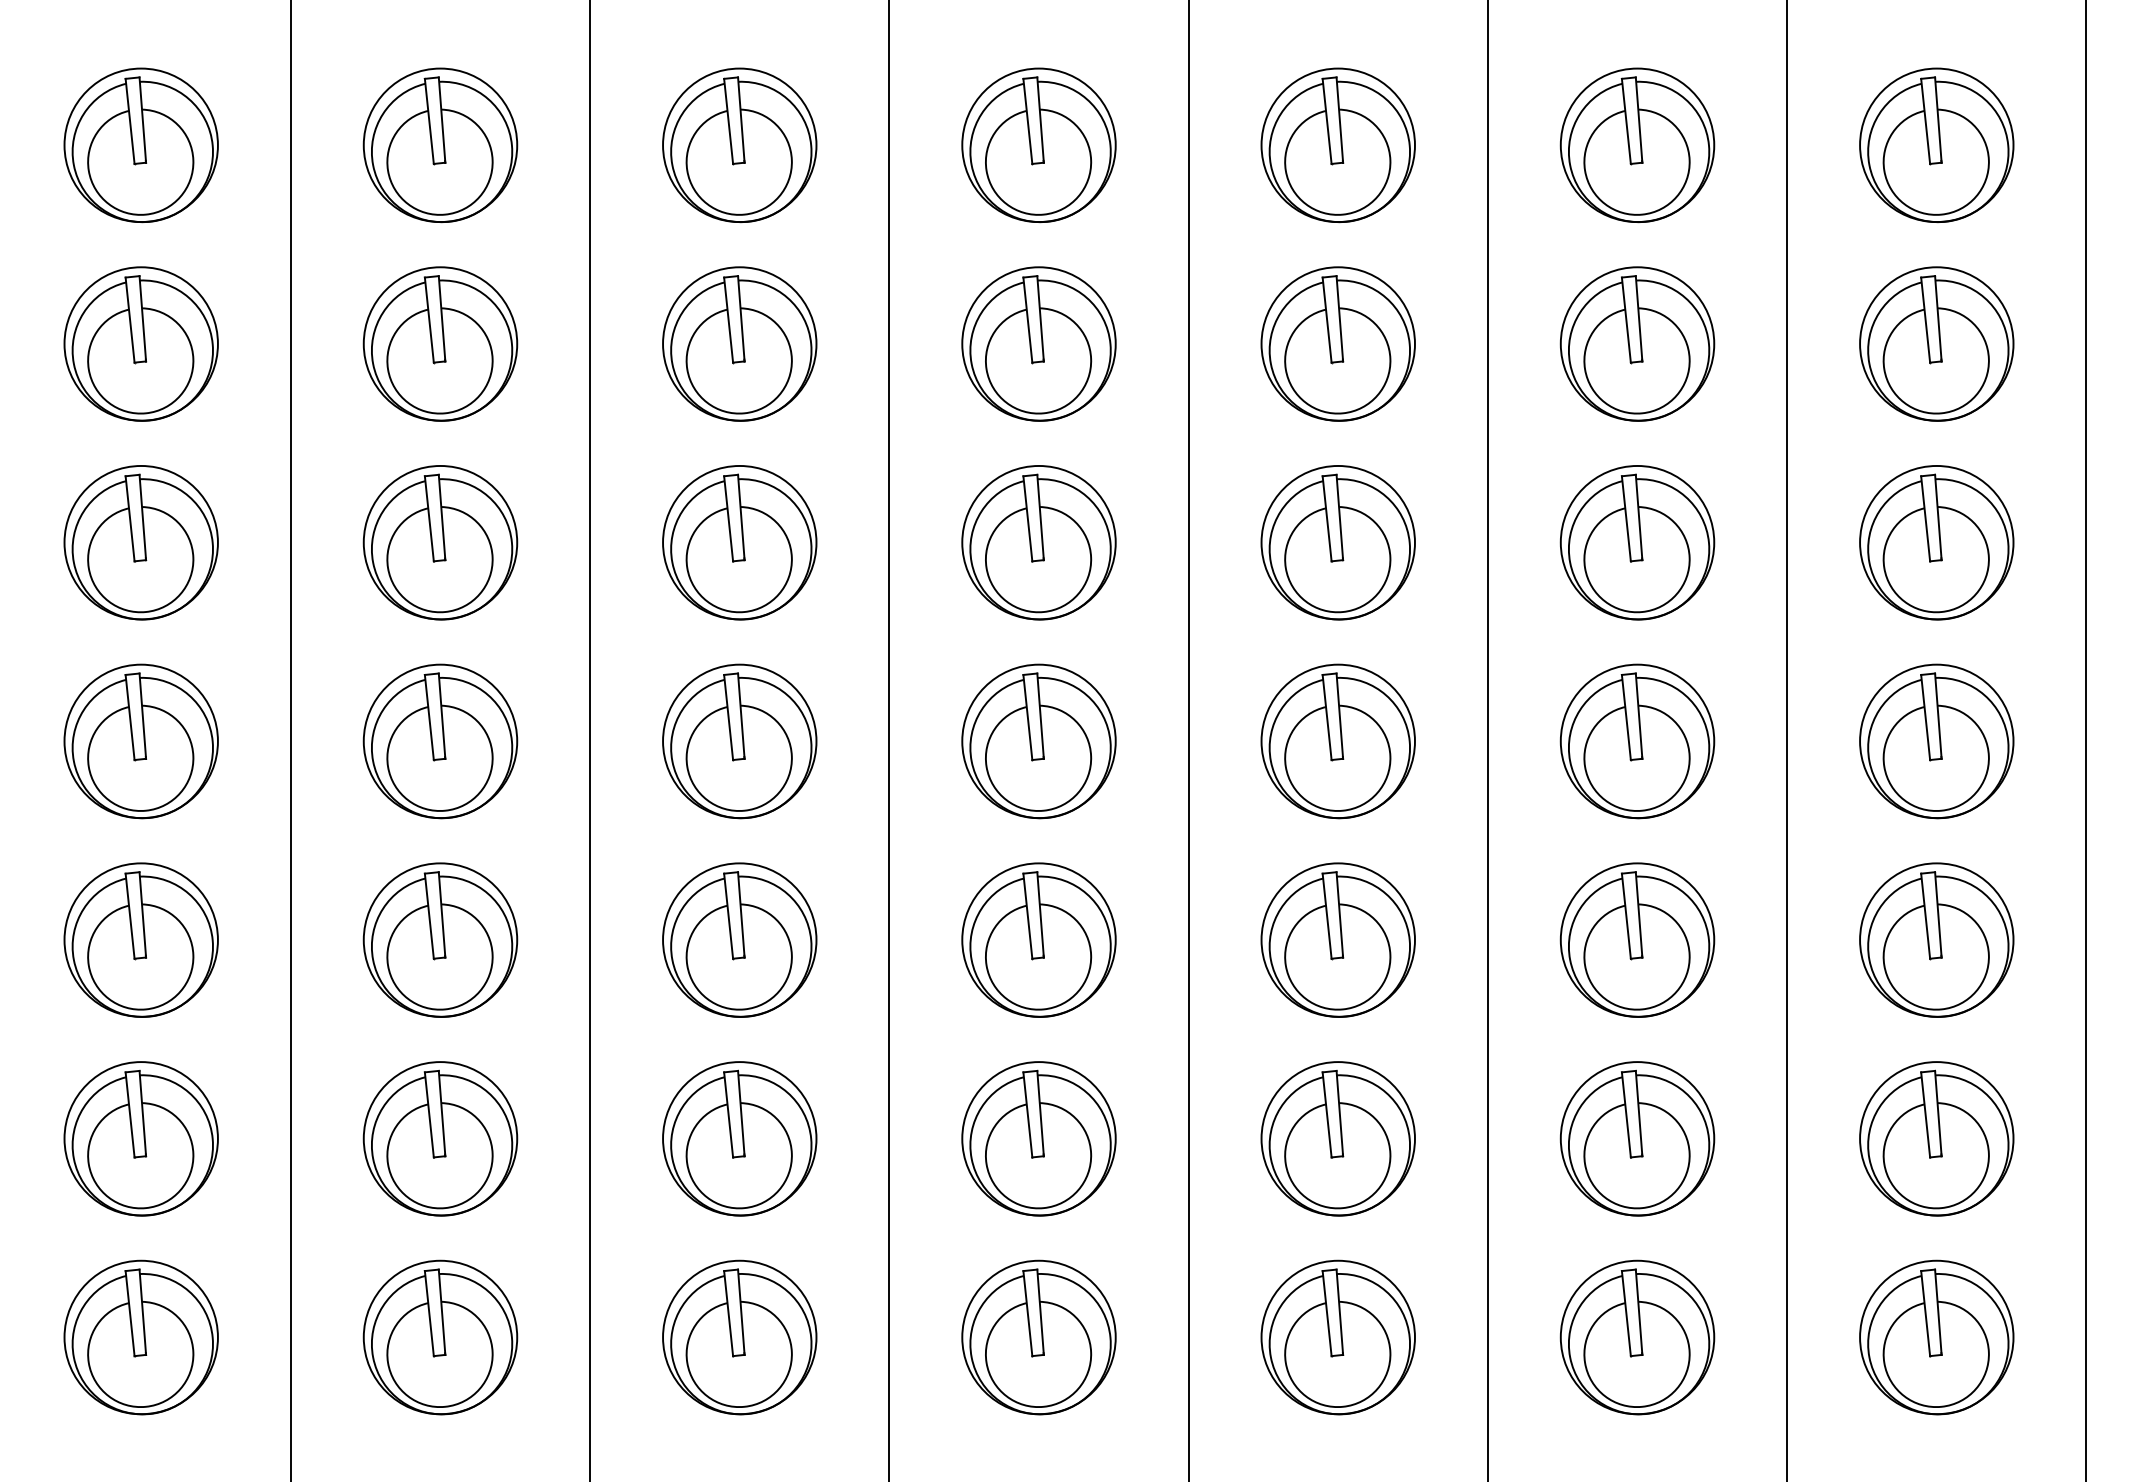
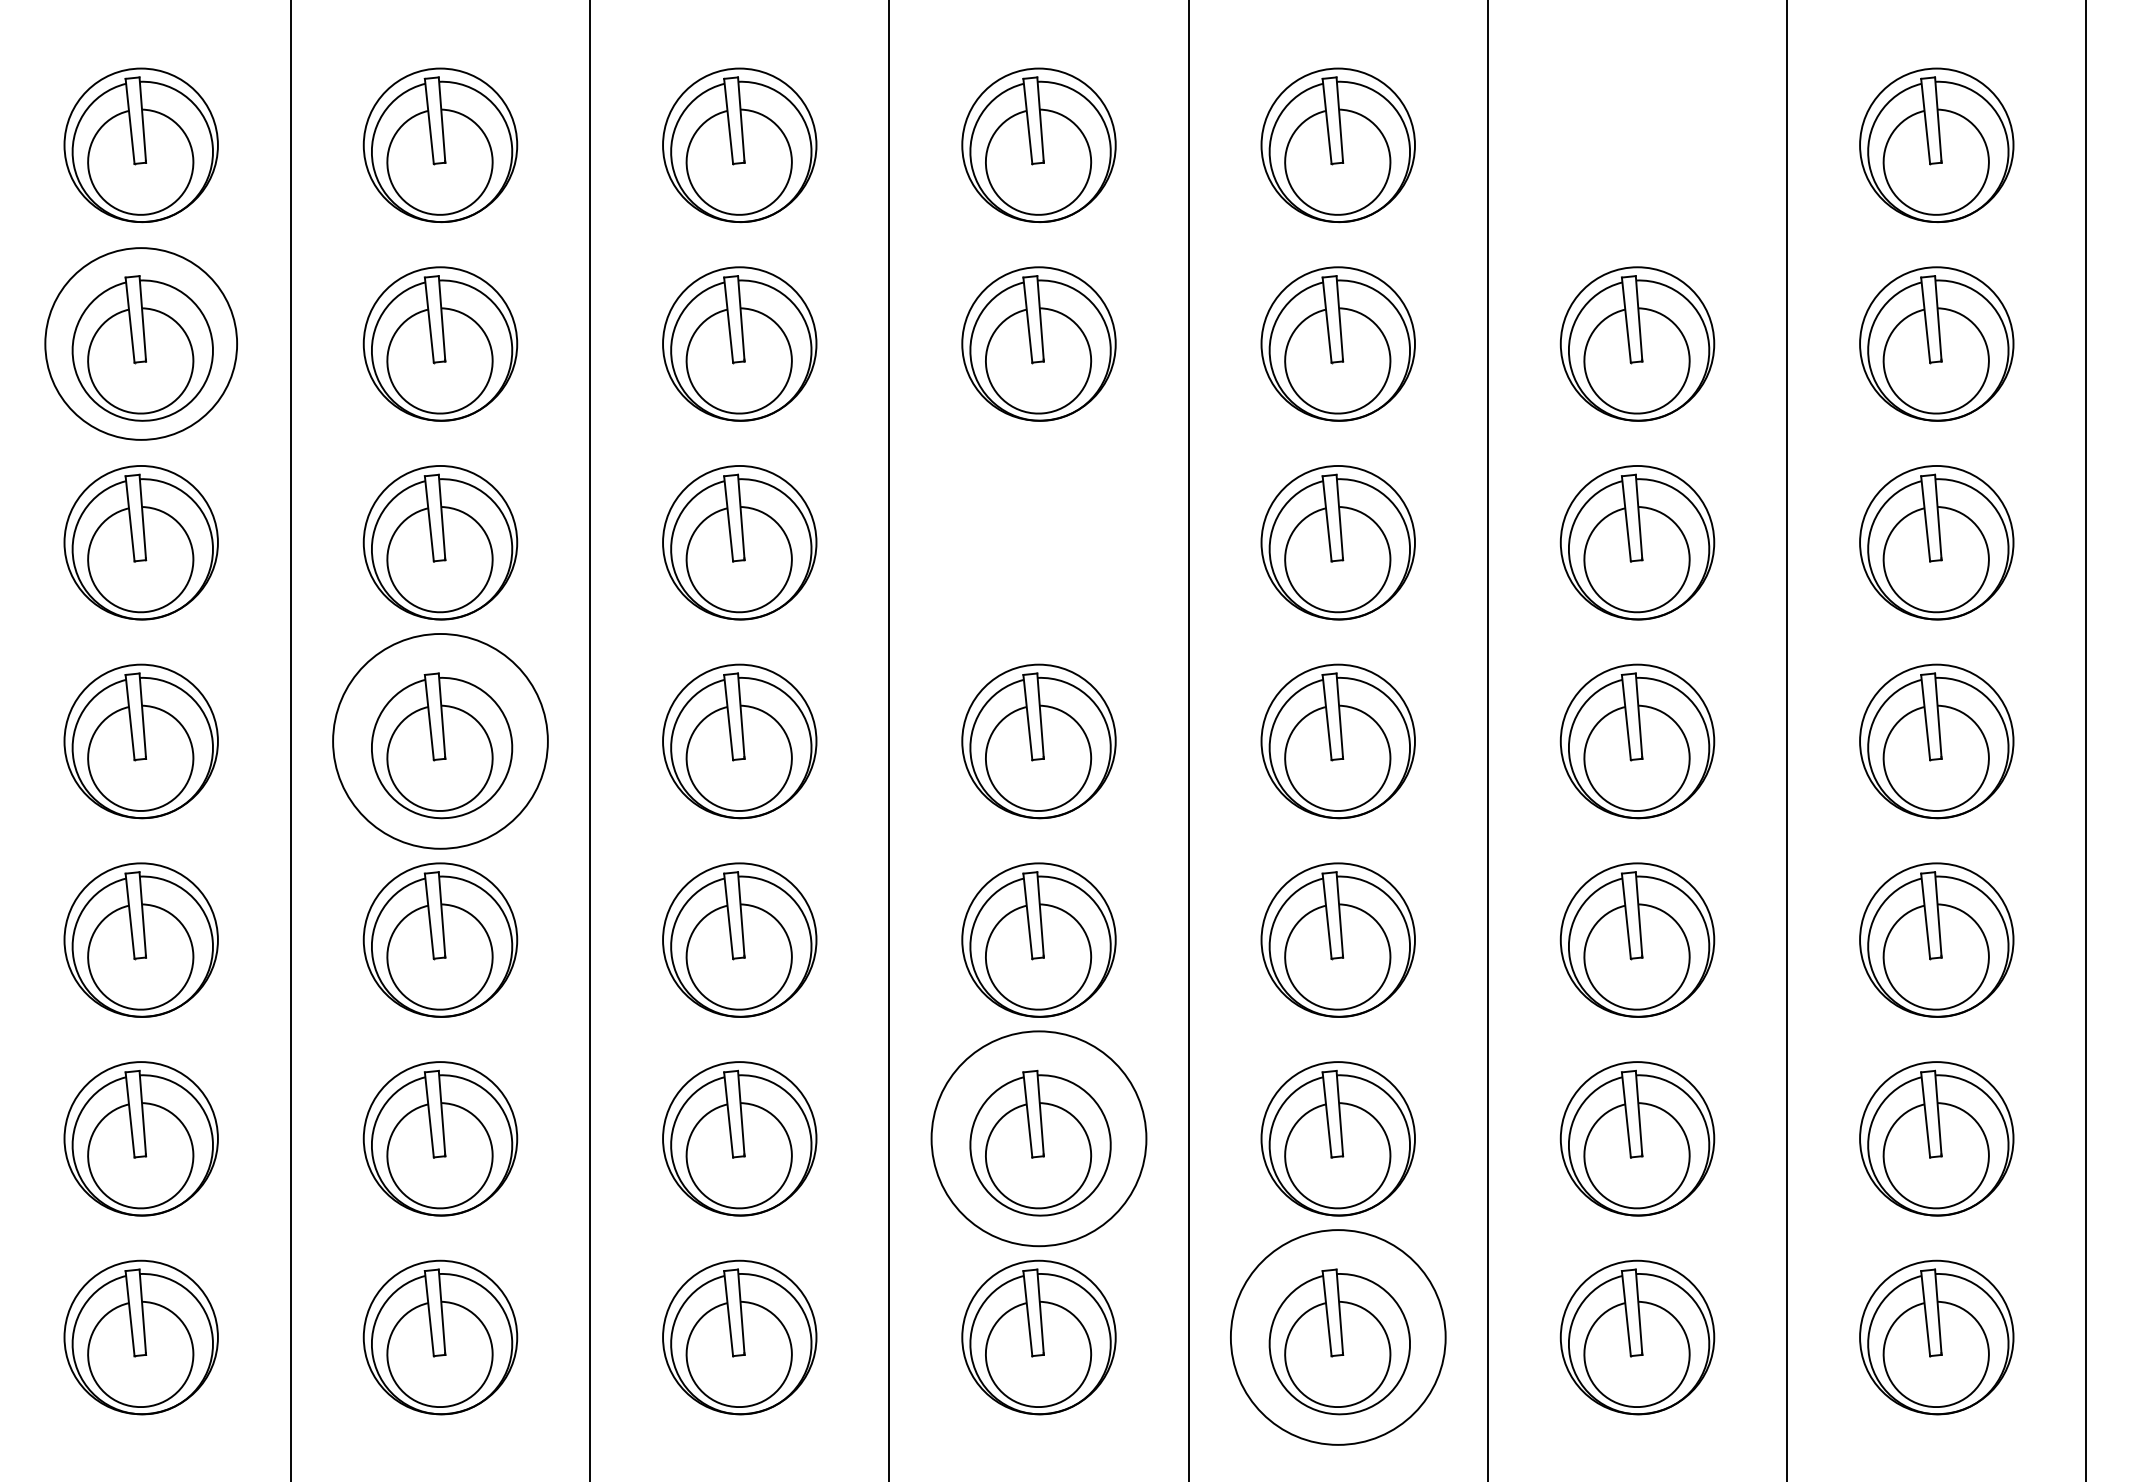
part at (1637, 145): present -> none
circle at (140, 343) diameter: 153 px -> 192 px
part at (1038, 542): present -> none
circle at (440, 741) diameter: 153 px -> 215 px
circle at (1038, 1138) diameter: 153 px -> 215 px
circle at (1337, 1337) diameter: 153 px -> 215 px
